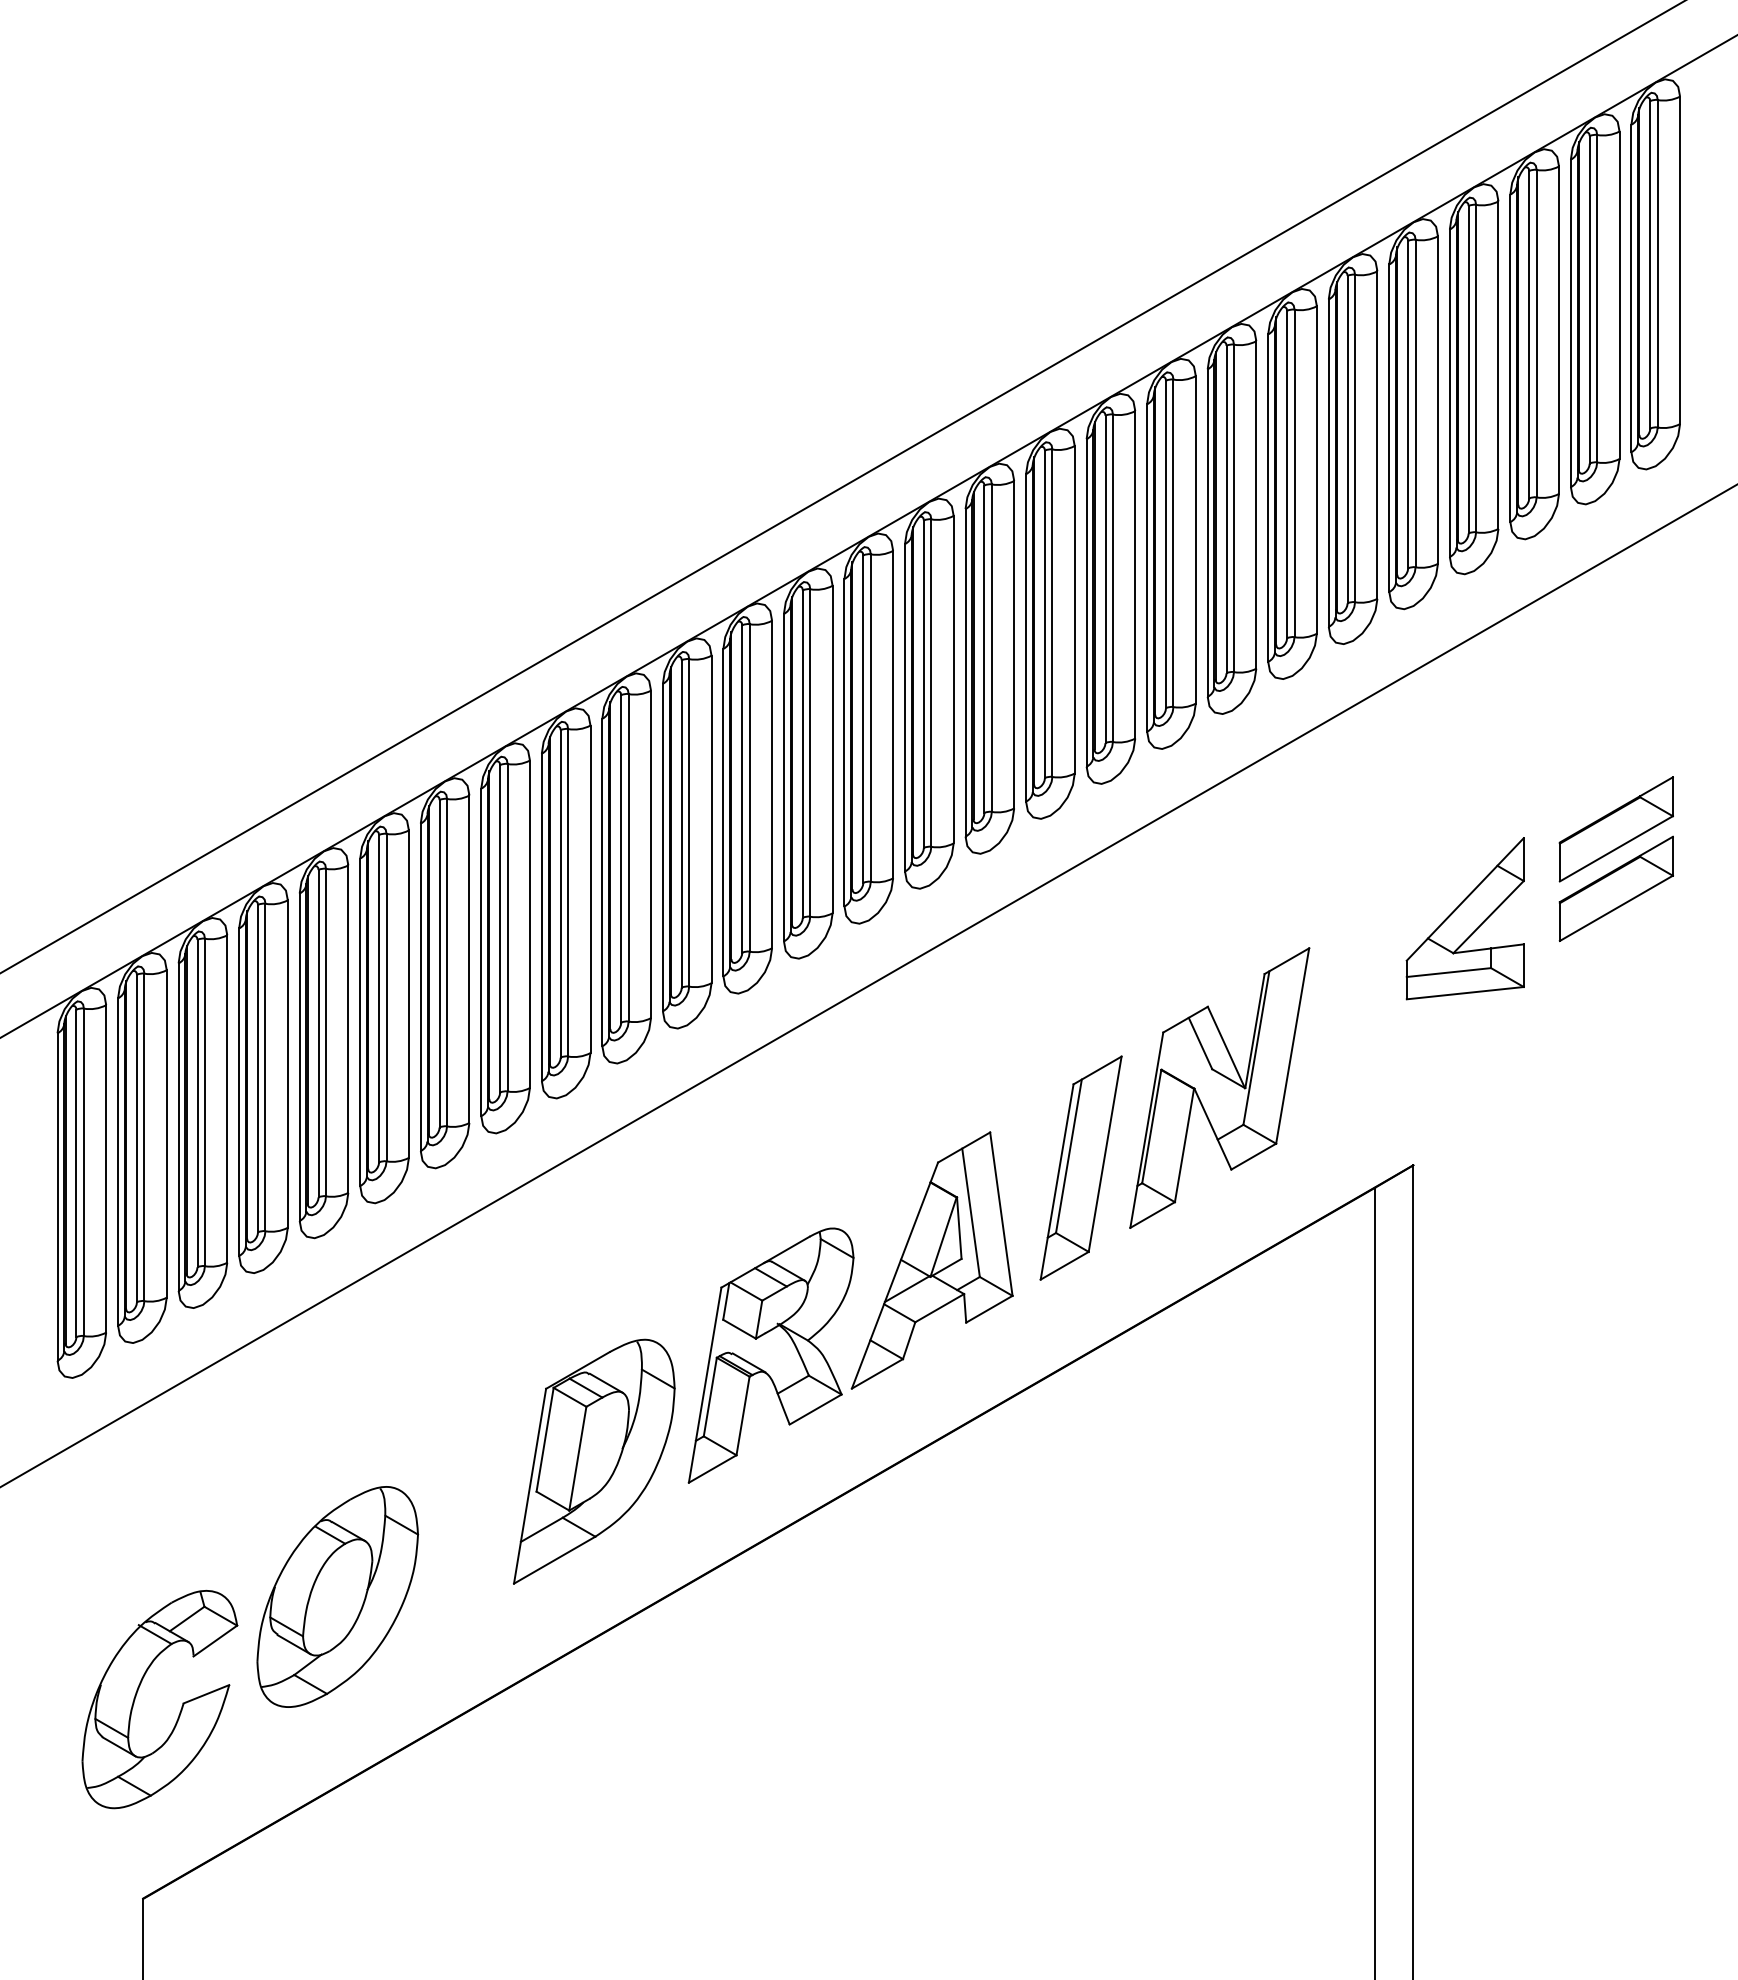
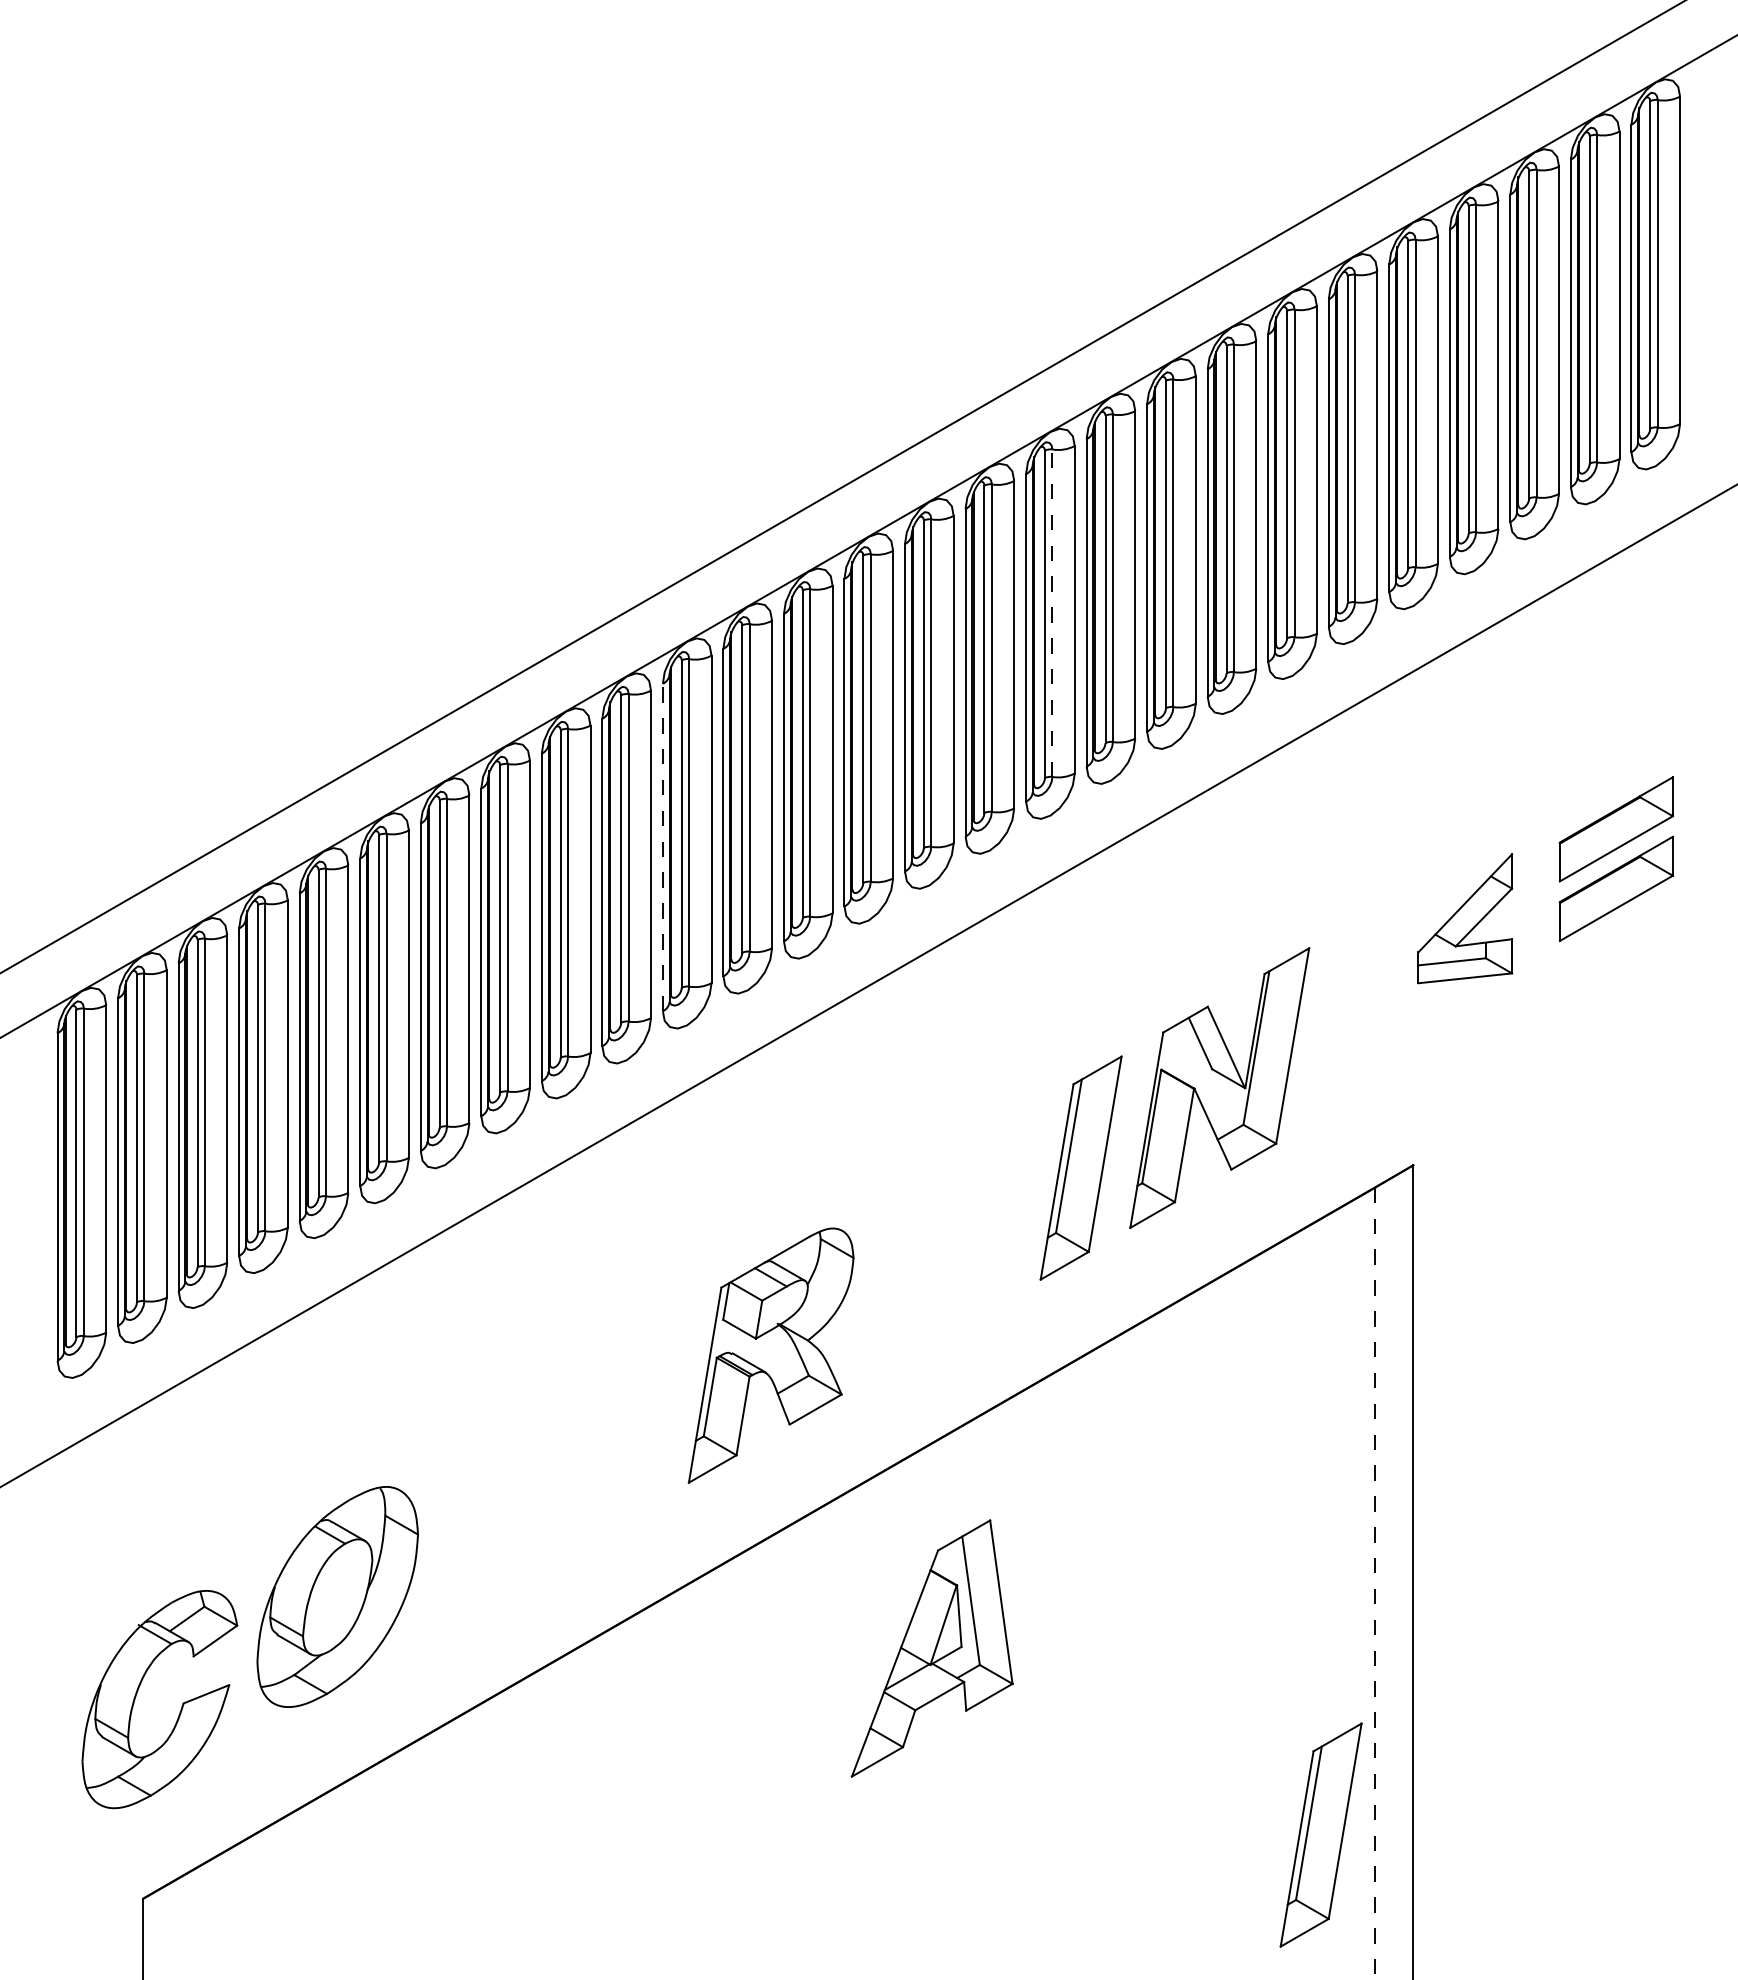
line at (1052, 613): solid -> dashed
line at (662, 847): solid -> dashed
part at (1464, 918) size: 120x164 px -> 97x132 px
part at (931, 1260) position: (931, 1260) -> (931, 1648)
part at (594, 1461): present -> none
line at (1375, 1583): solid -> dashed
part at (1320, 1834): none -> present
